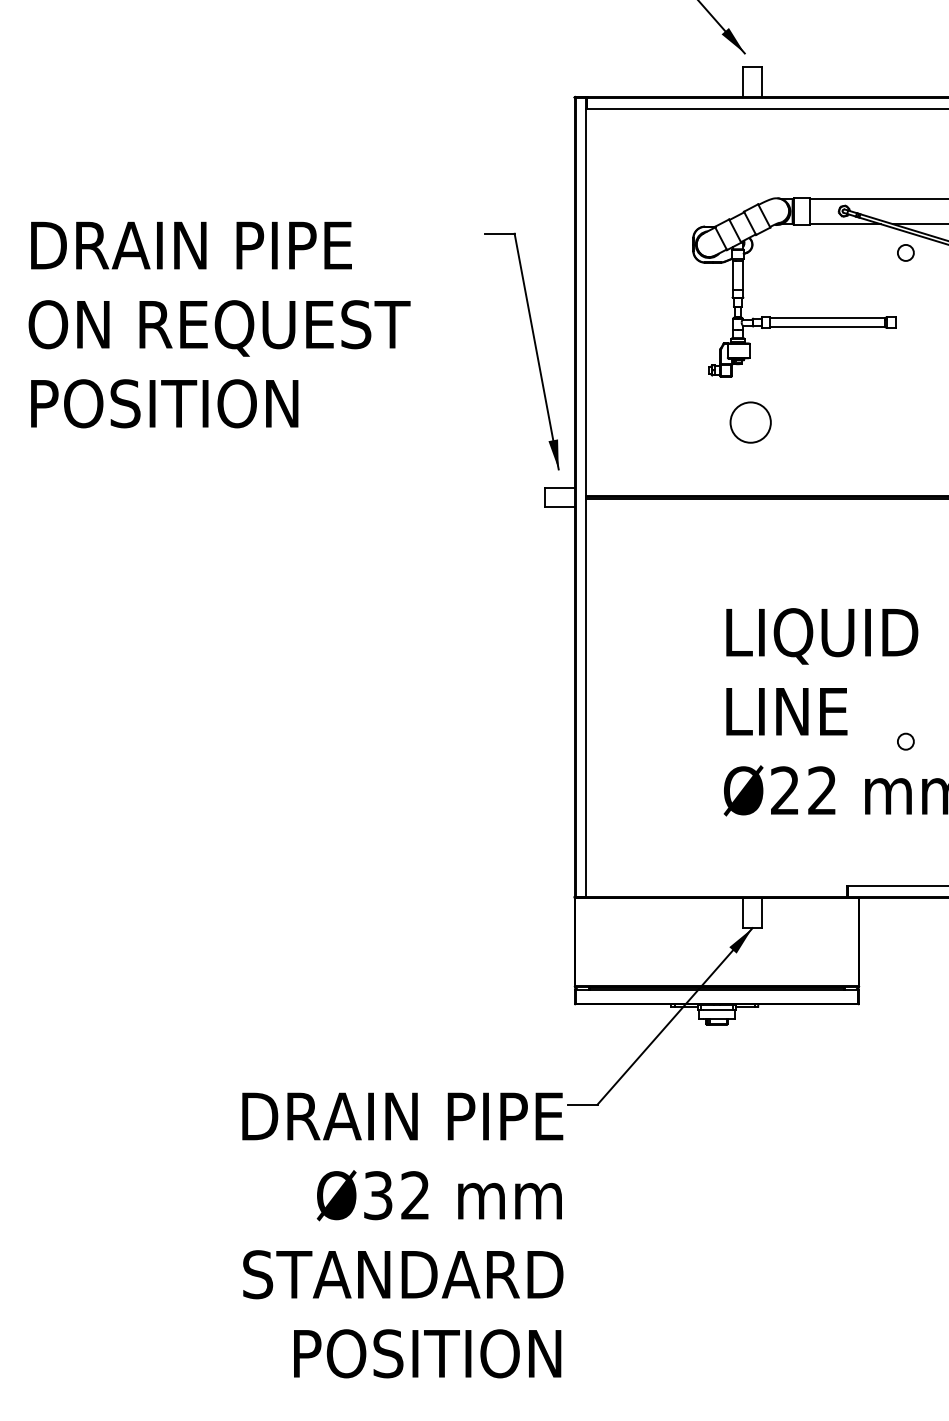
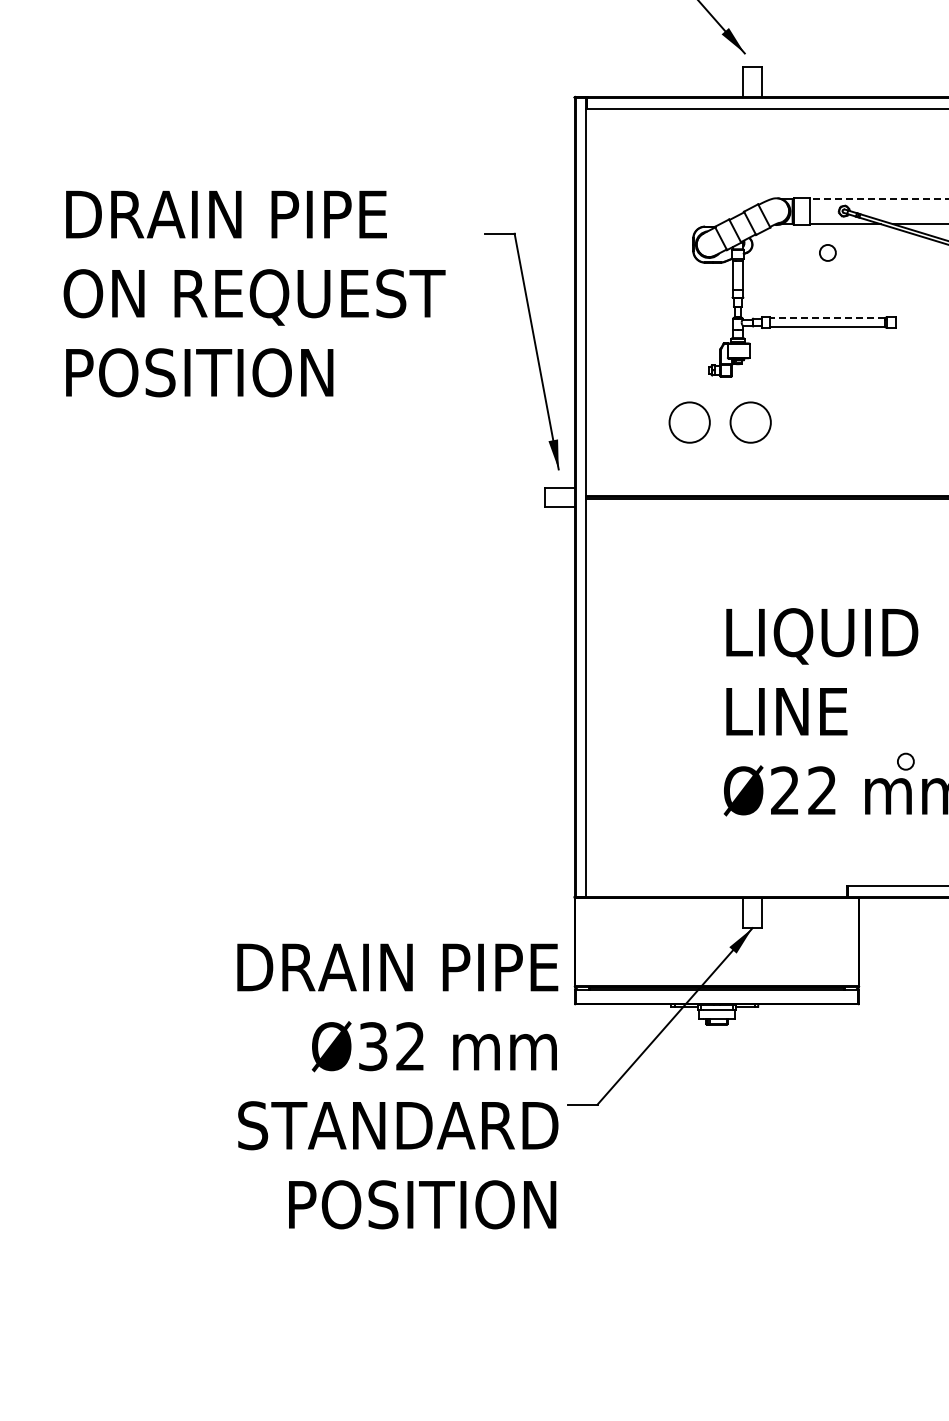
line at (878, 199): solid -> dashed
circle at (905, 252) position: (905, 252) -> (827, 252)
line at (827, 317): solid -> dashed
text at (219, 324) position: (219, 324) -> (254, 293)
circle at (689, 422): none -> present
circle at (905, 741) position: (905, 741) -> (905, 761)
text at (402, 1235) position: (402, 1235) -> (397, 1086)
